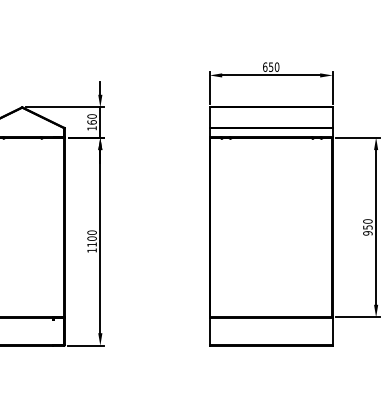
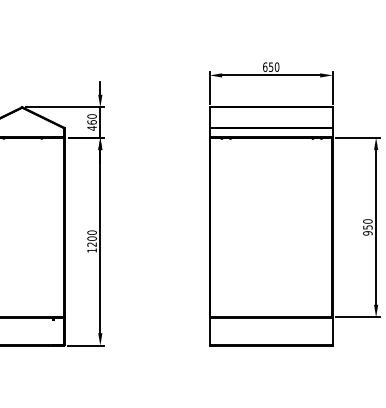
text at (91, 128): 160 -> 460
text at (91, 244): 1100 -> 1200
